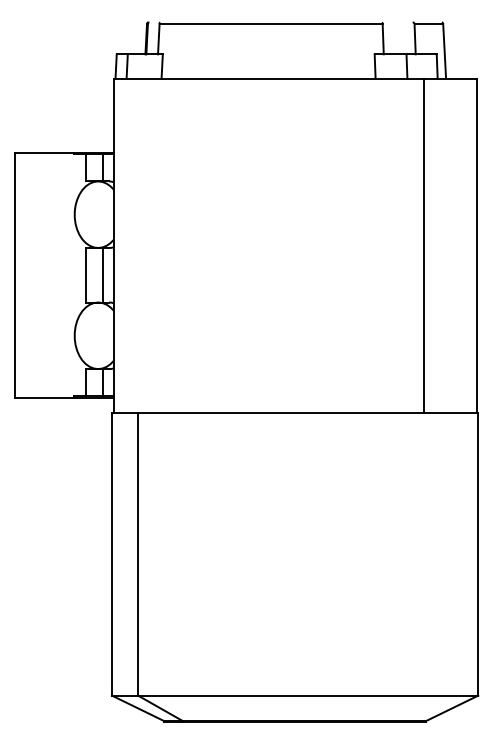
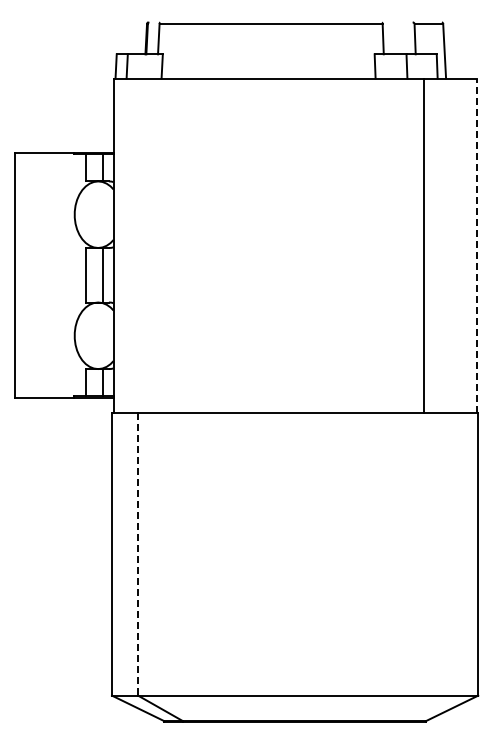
line at (476, 245): solid -> dashed
line at (138, 554): solid -> dashed
